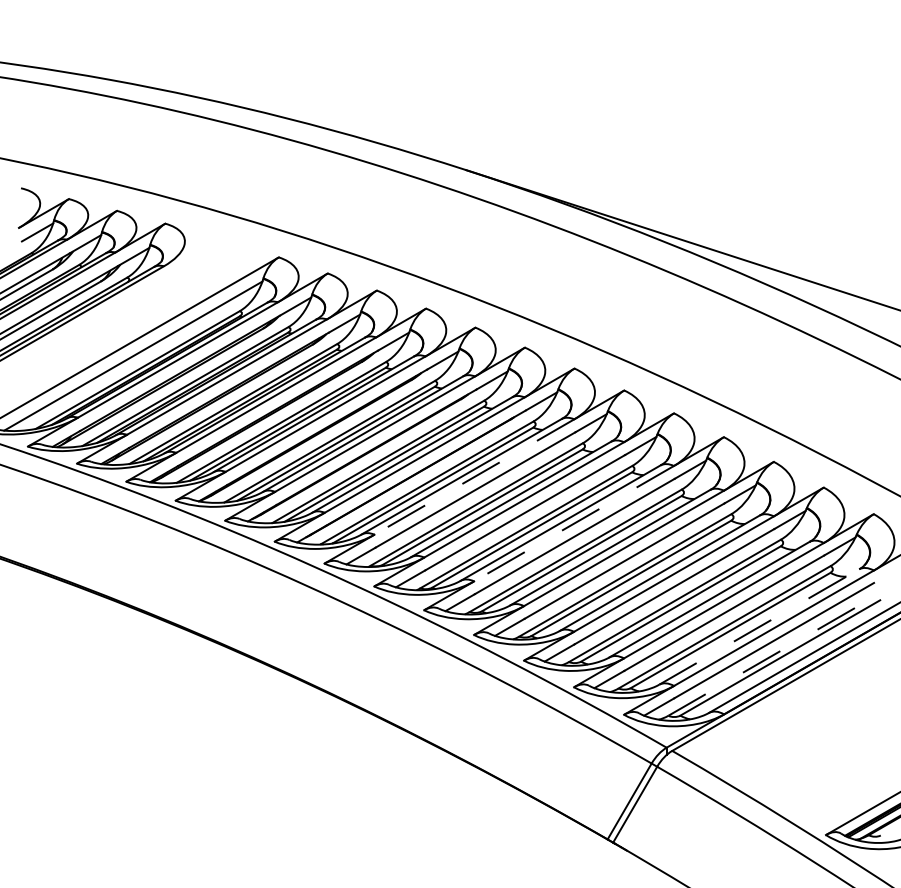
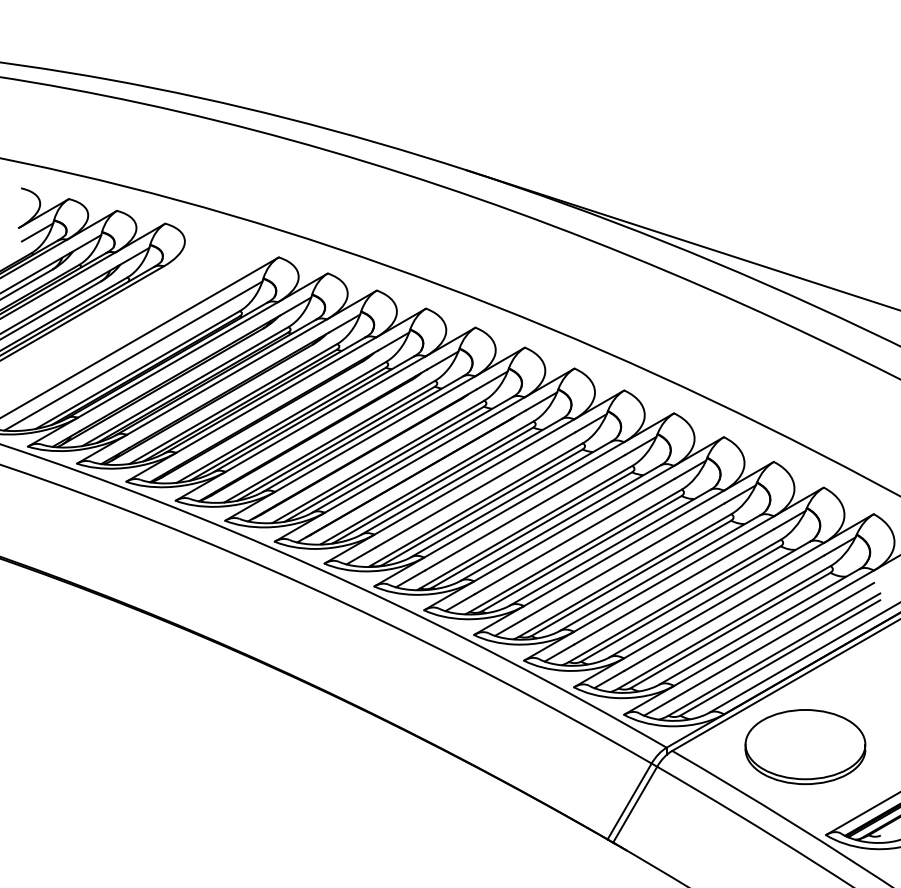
line at (473, 477): dashed -> solid
line at (573, 523): dashed -> solid
line at (759, 626): dashed -> solid
line at (774, 654): dashed -> solid
part at (805, 747): none -> present
